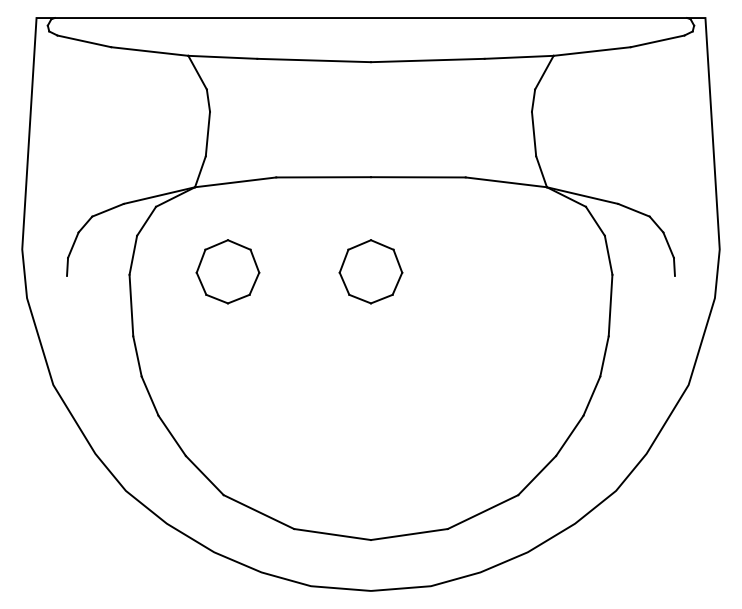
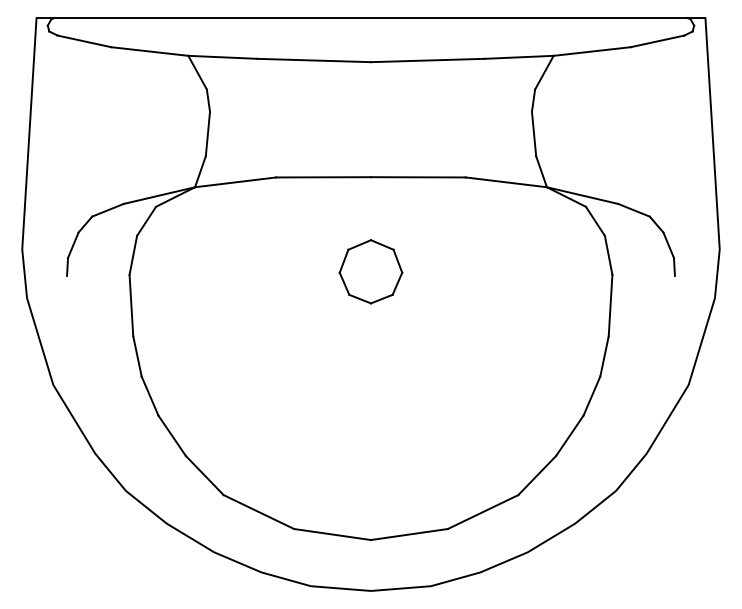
part at (227, 271): present -> none
